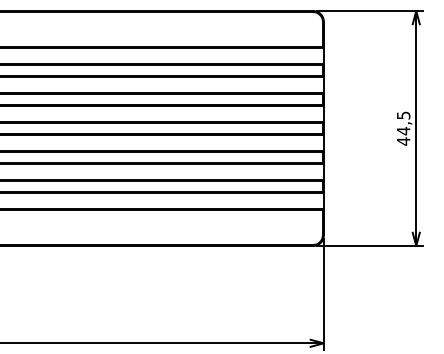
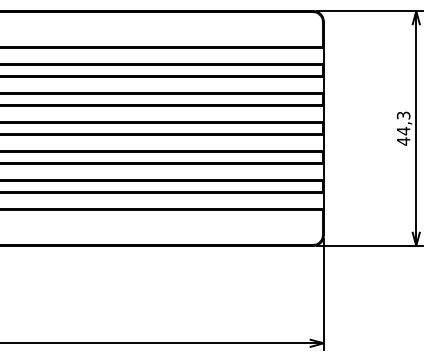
text at (402, 115): 44,5 -> 44,3
